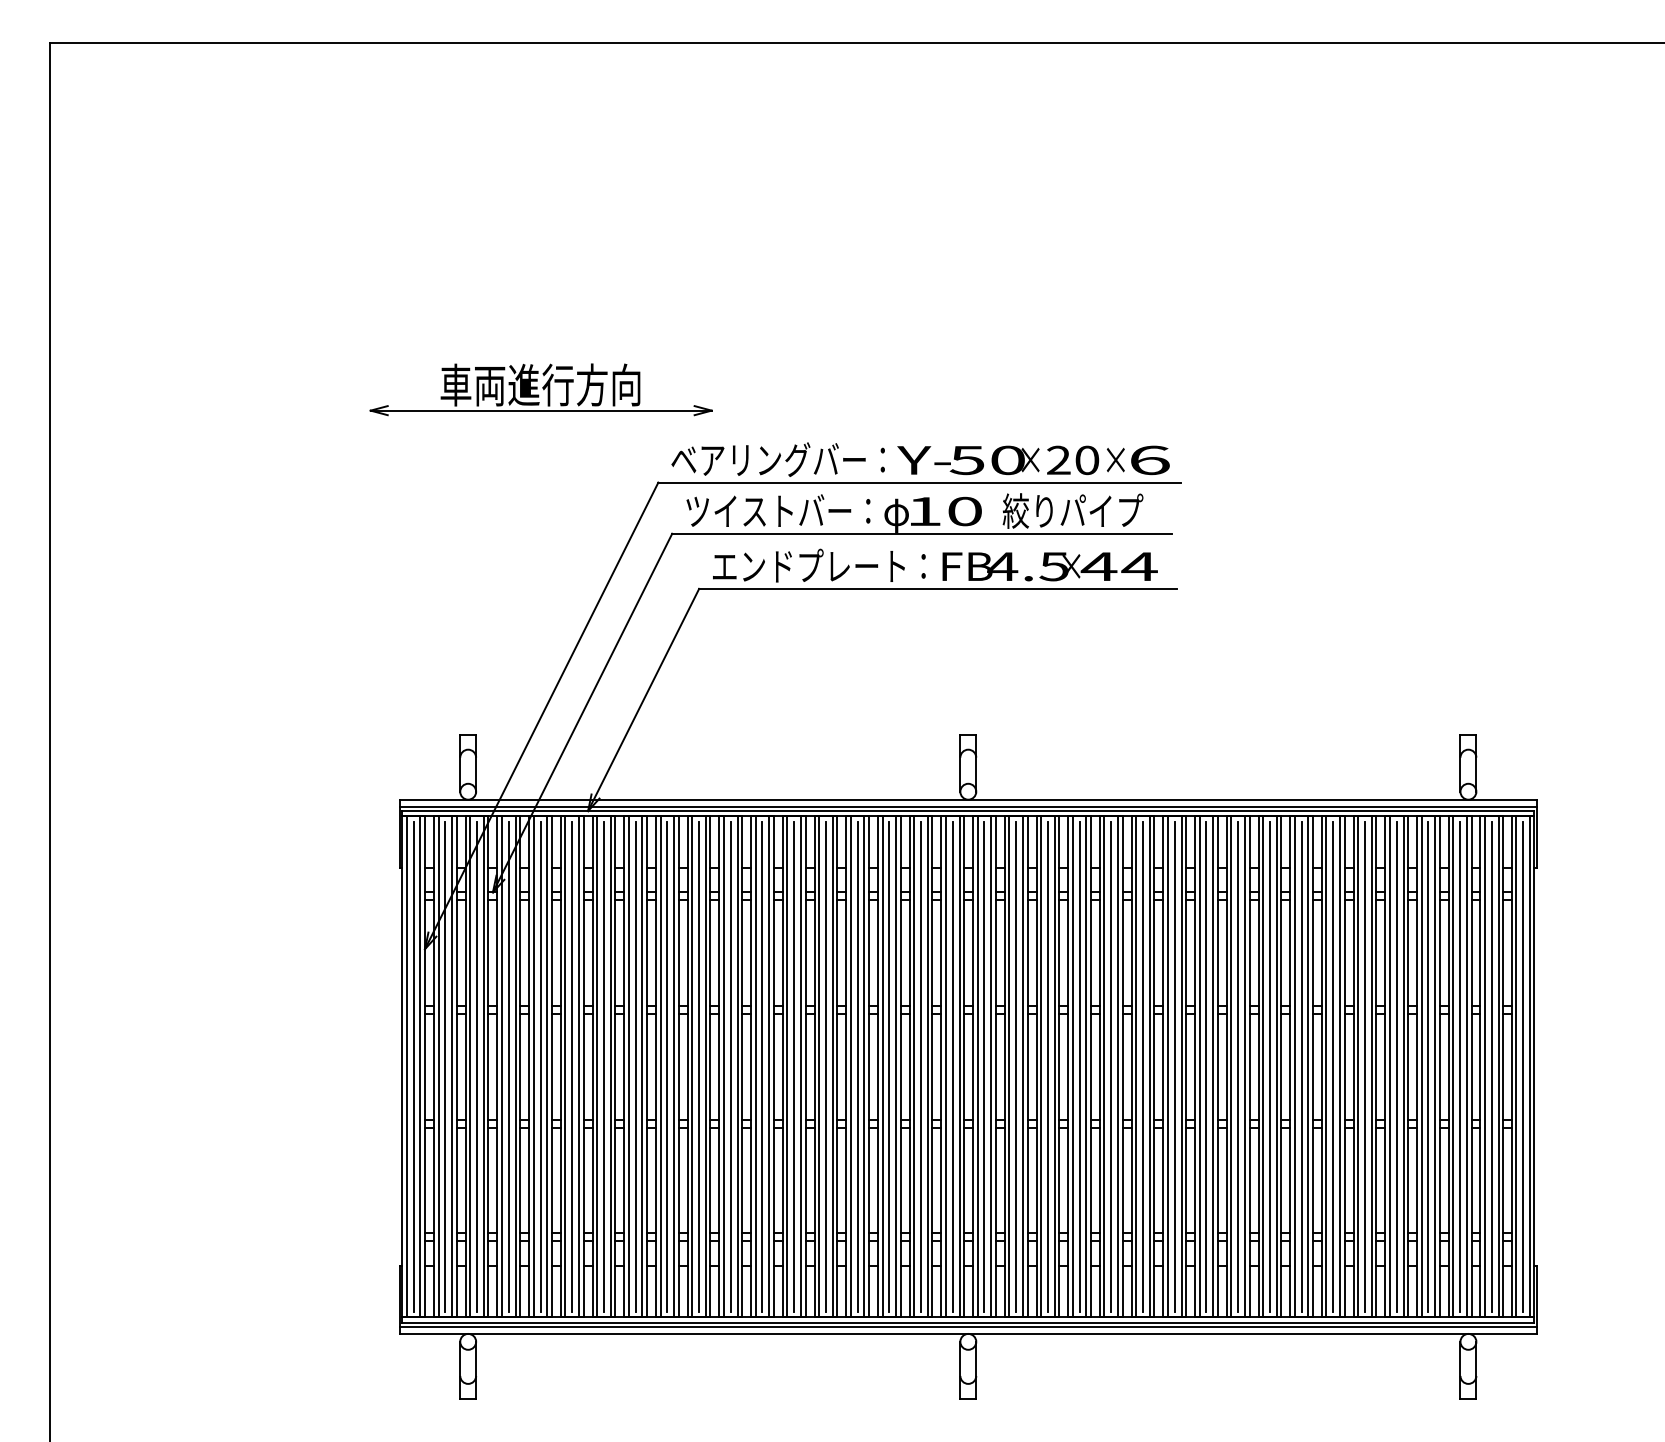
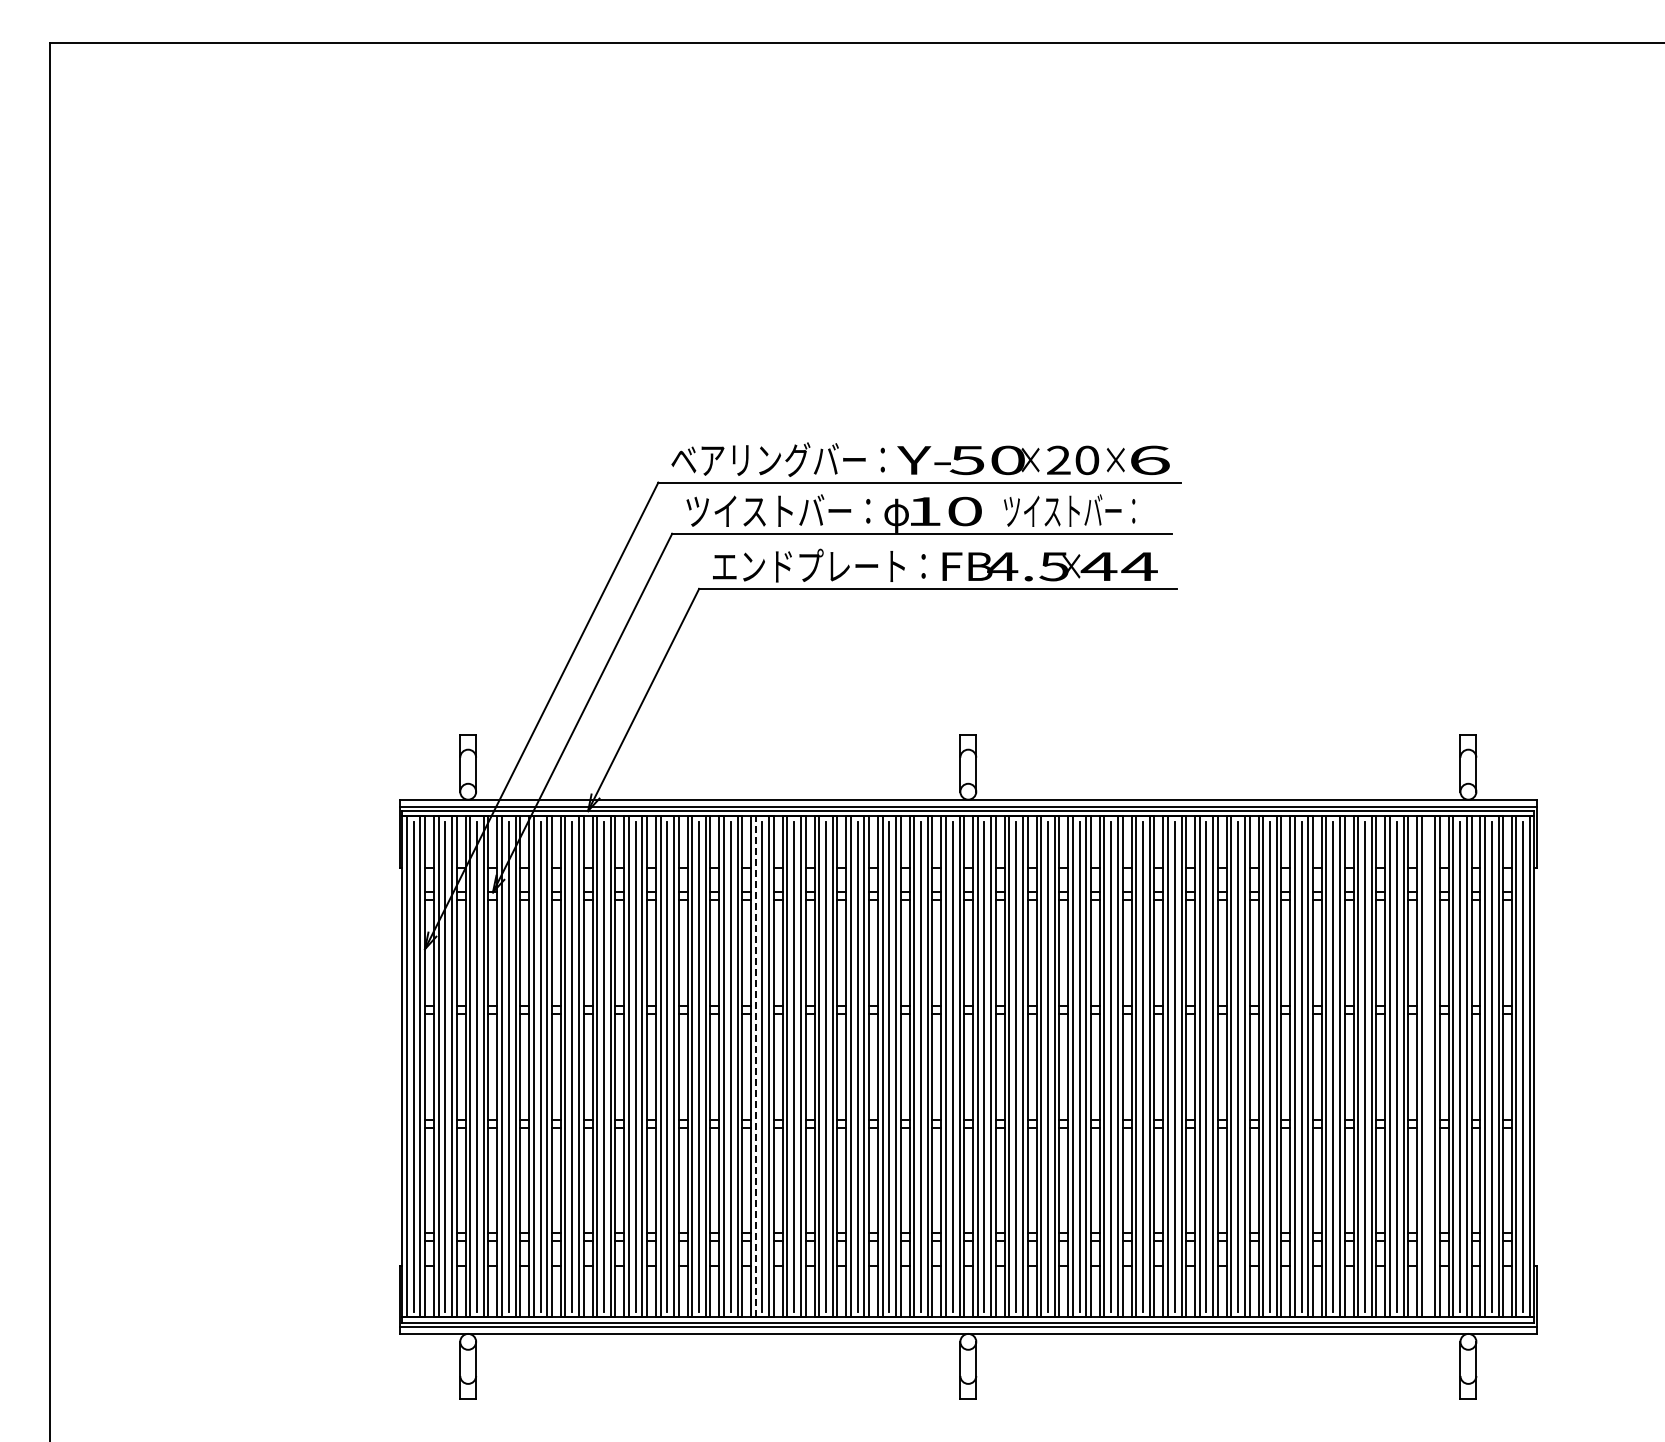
part at (540, 389): present -> none
text at (1072, 510): 絞りパイプ -> ツイストバー：
line at (755, 1066): solid -> dashed
line at (1428, 1066): present -> none
